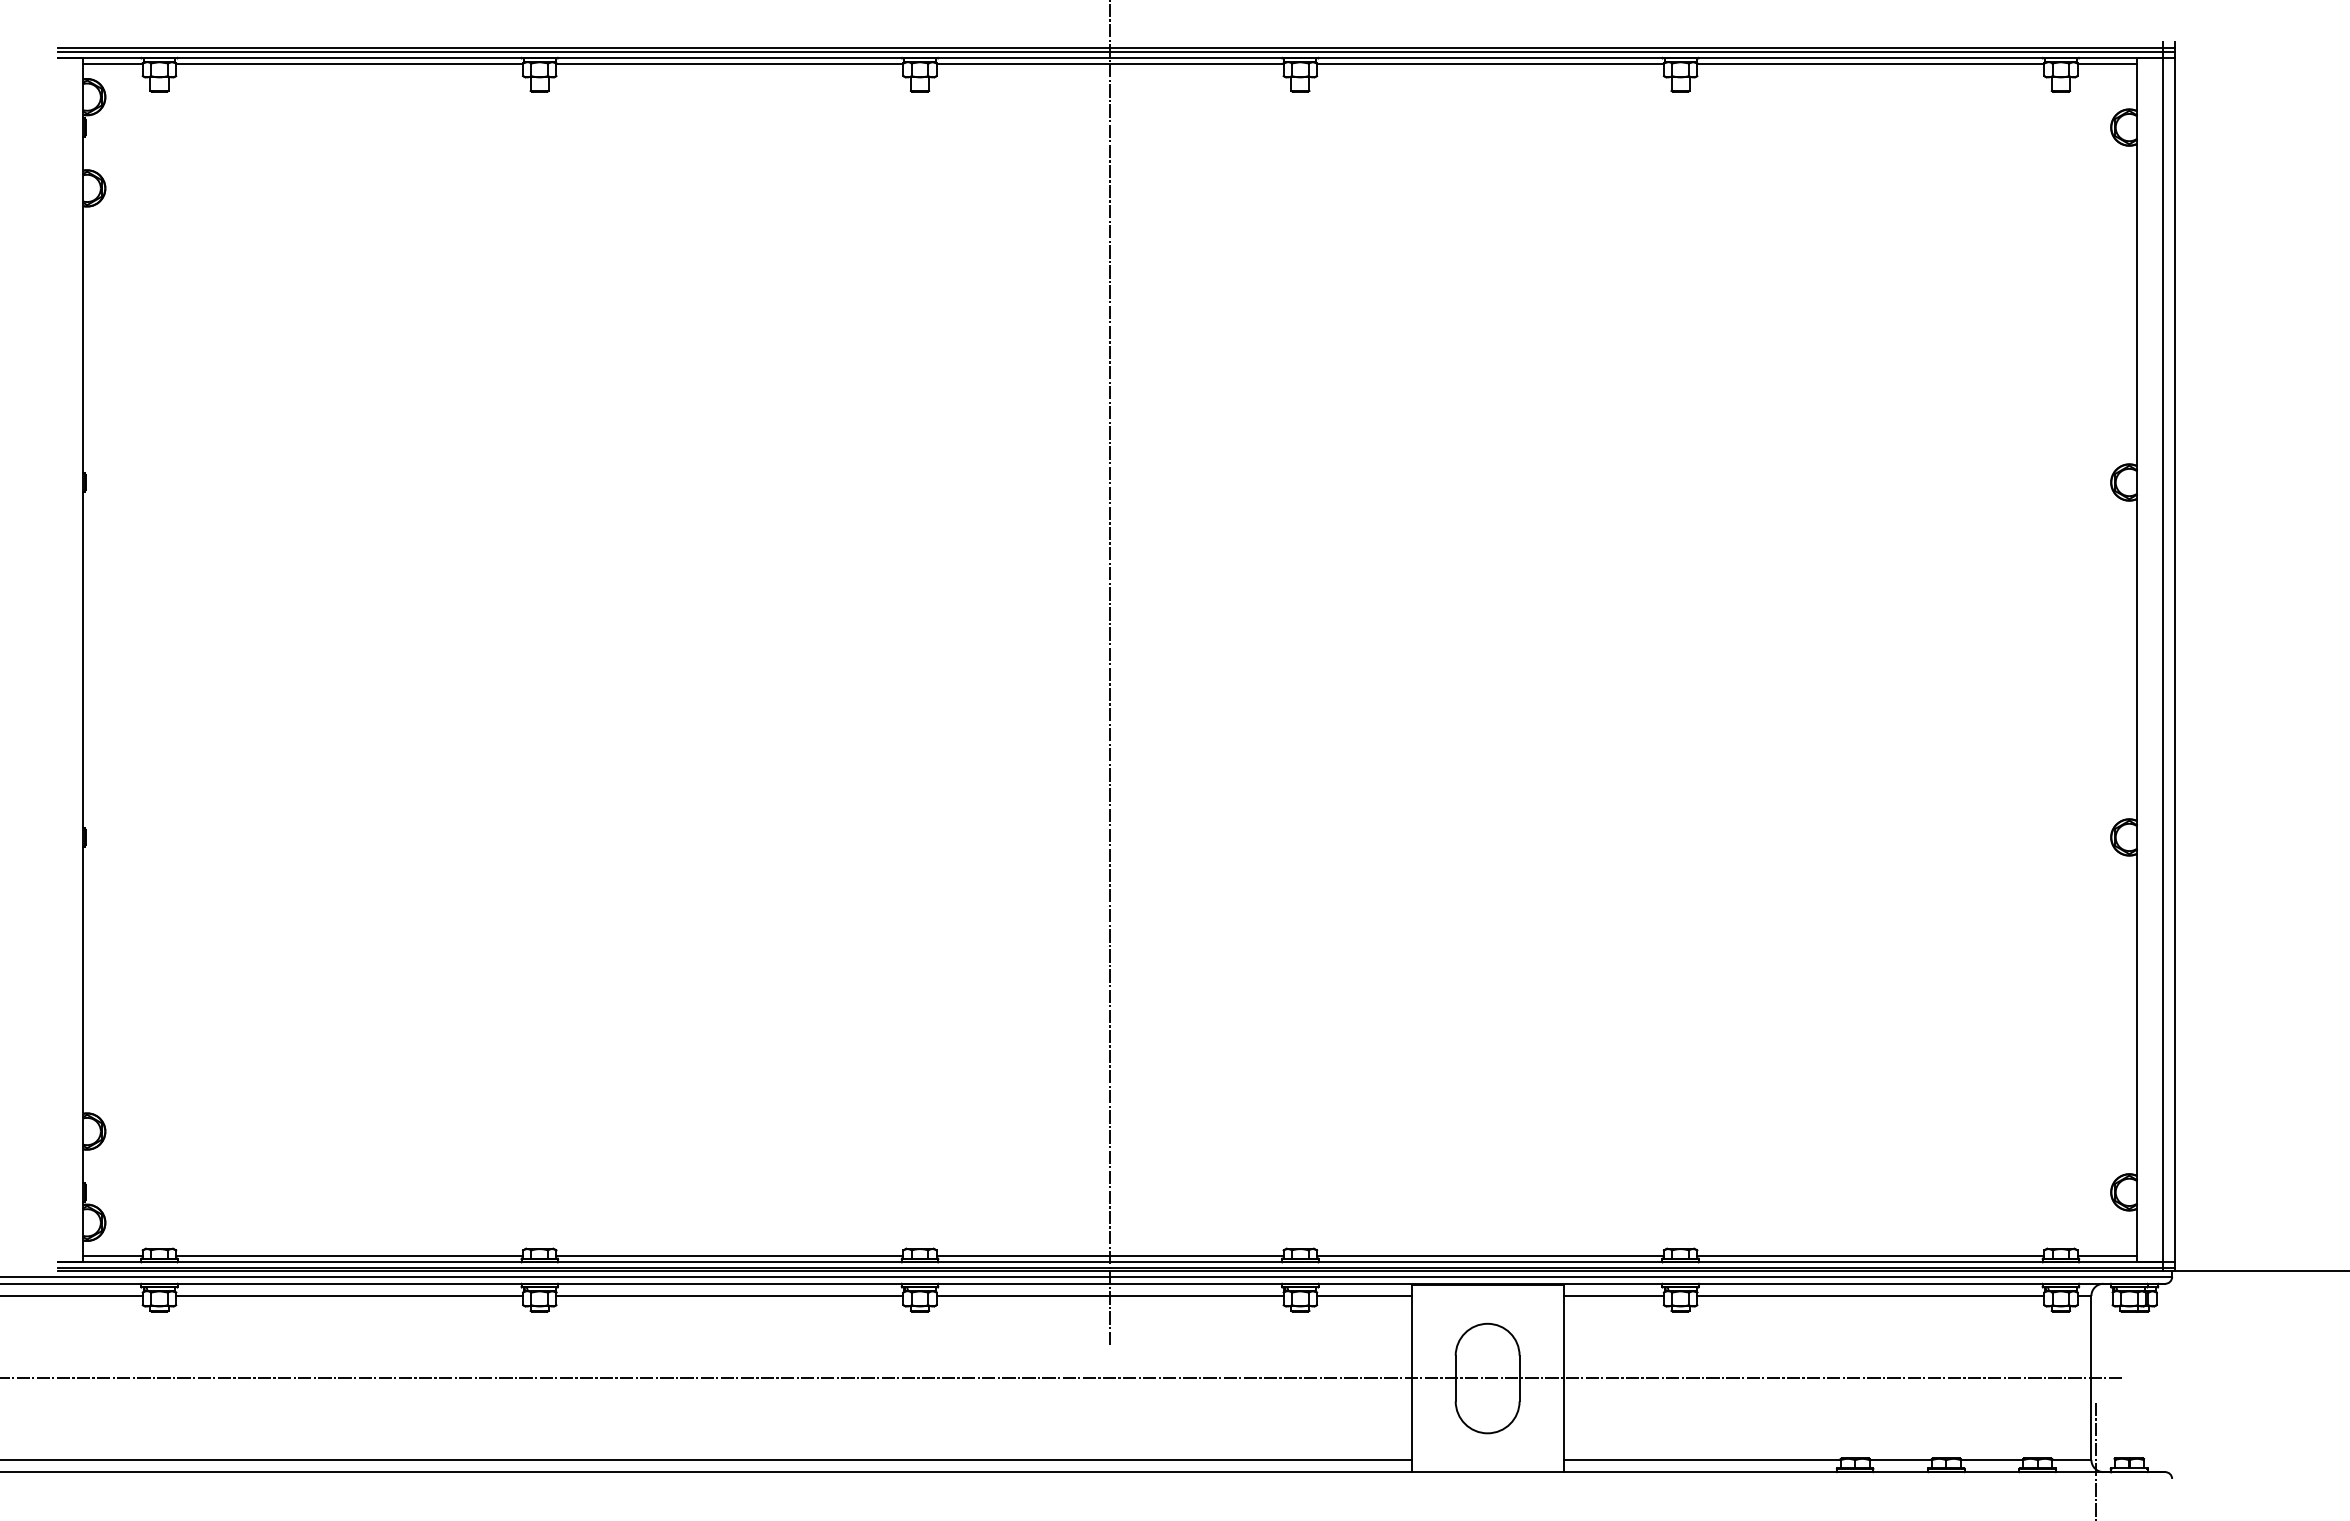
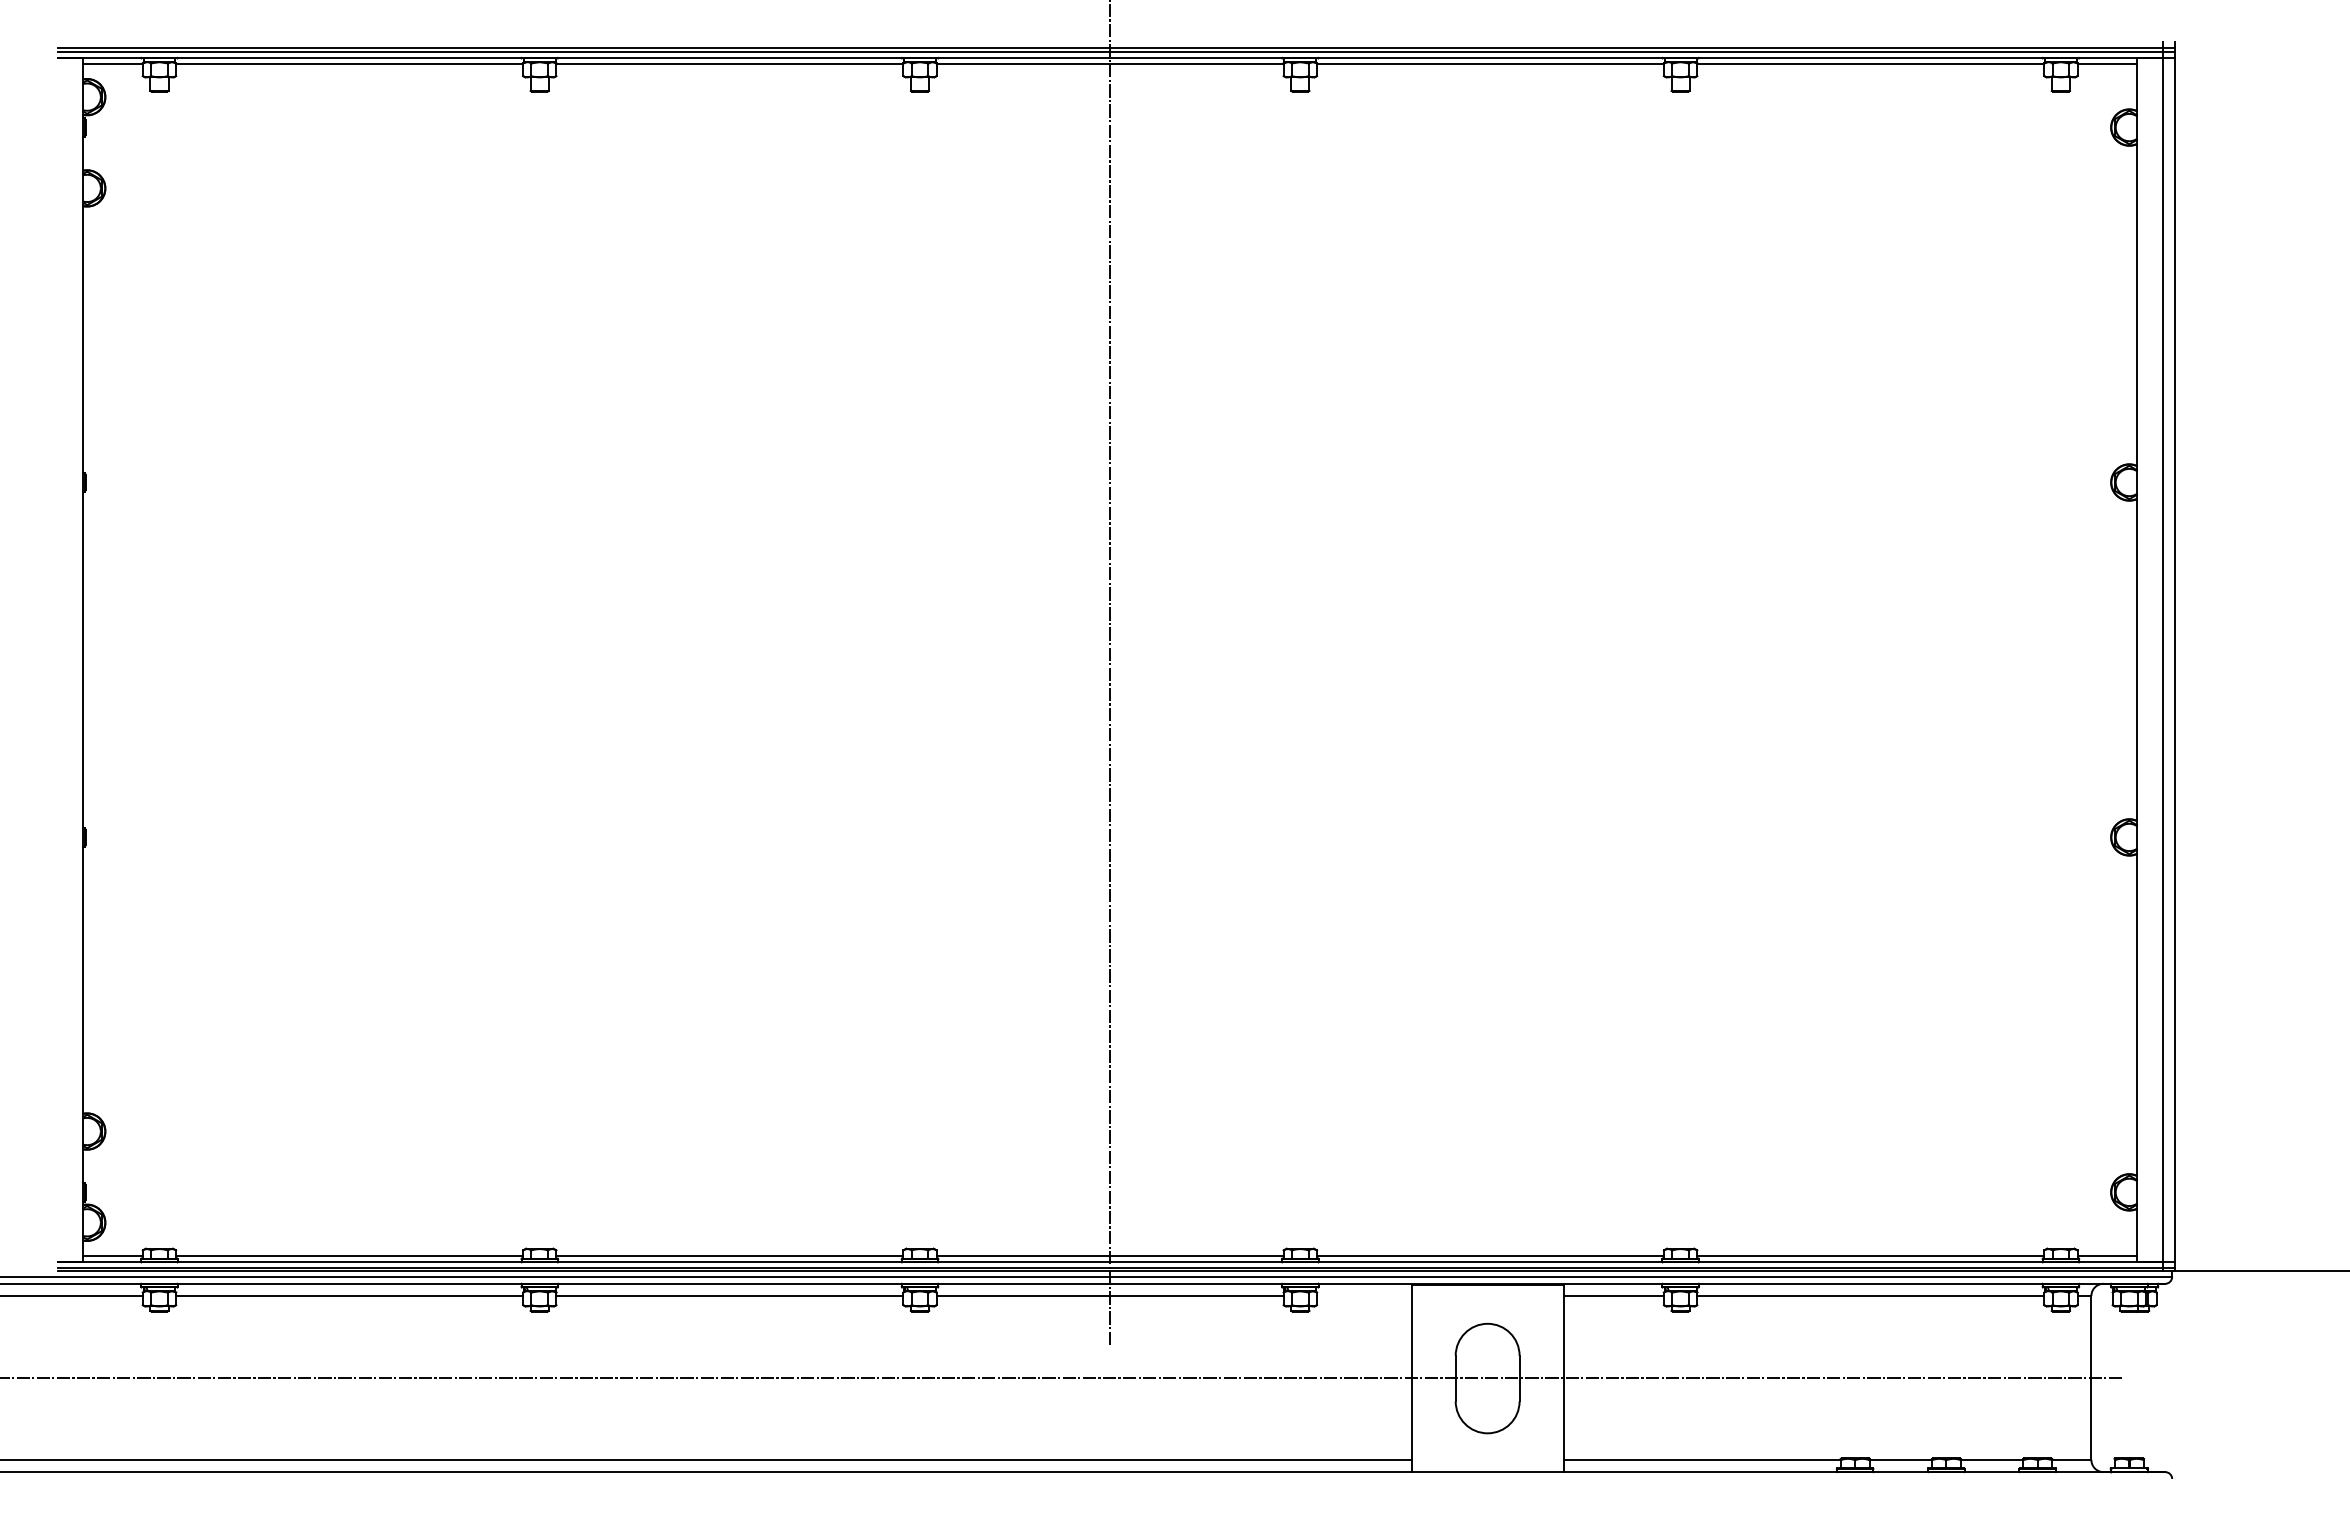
line at (1364, 1295): present -> none
line at (2096, 1459): present -> none
